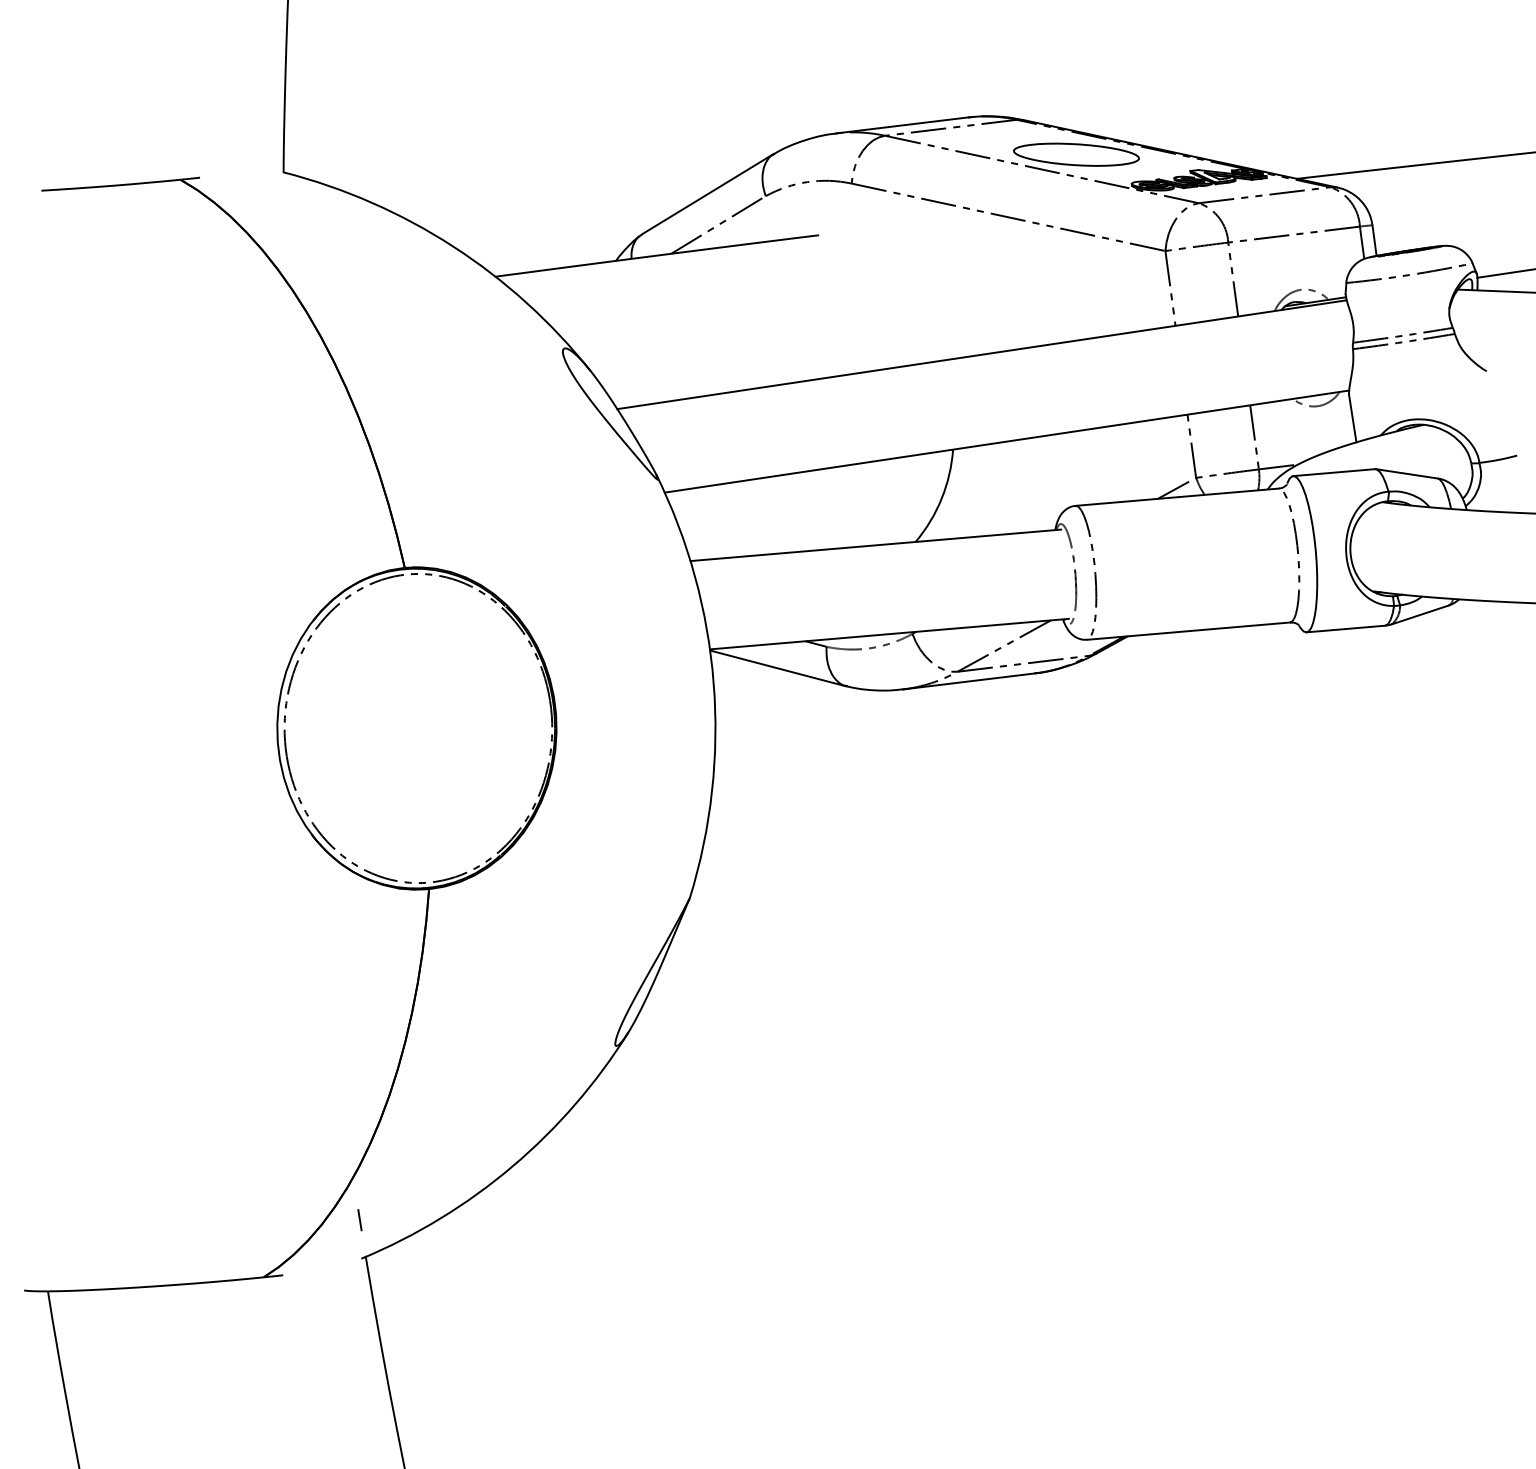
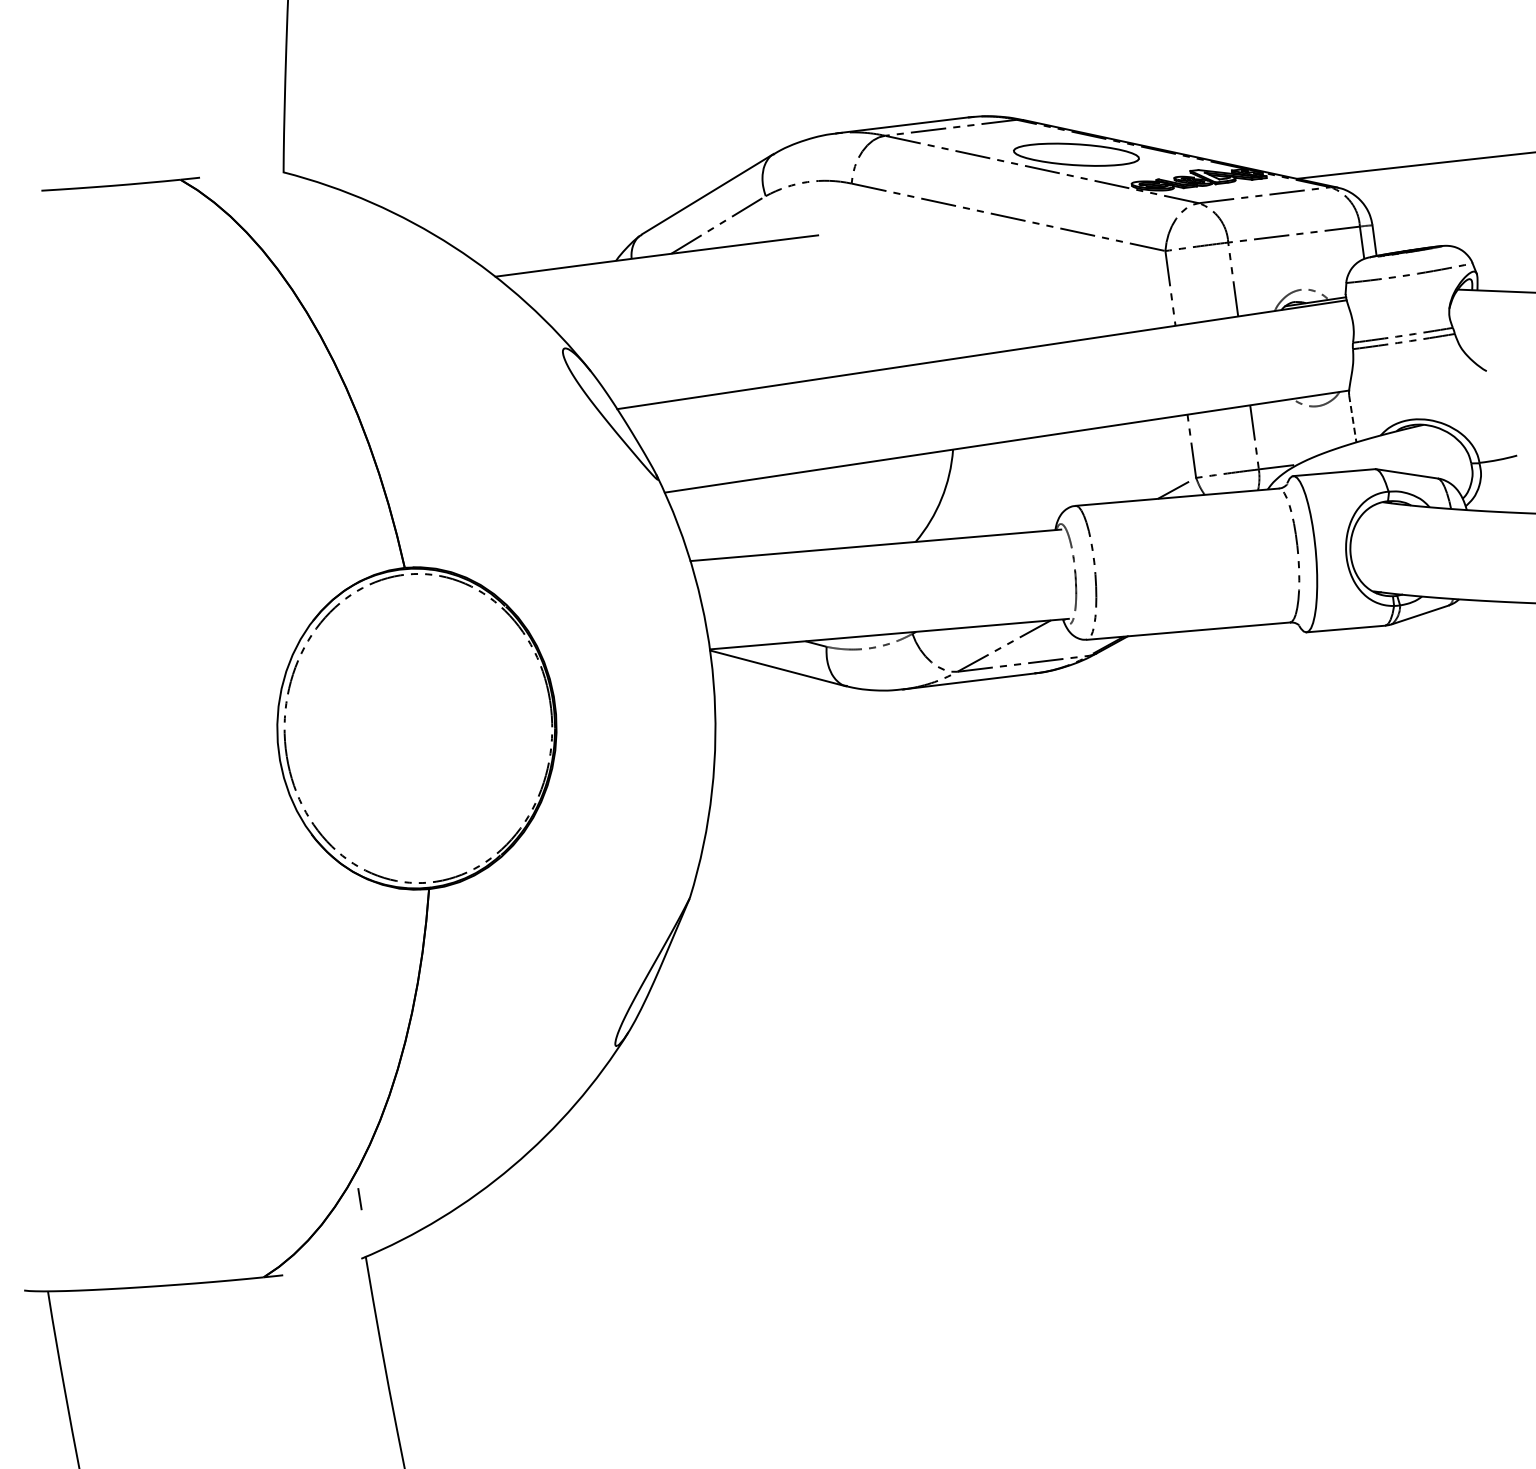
line at (1504, 273): present -> none
line at (1352, 418): solid -> dashed
line at (359, 1220) position: (359, 1220) -> (359, 1199)
